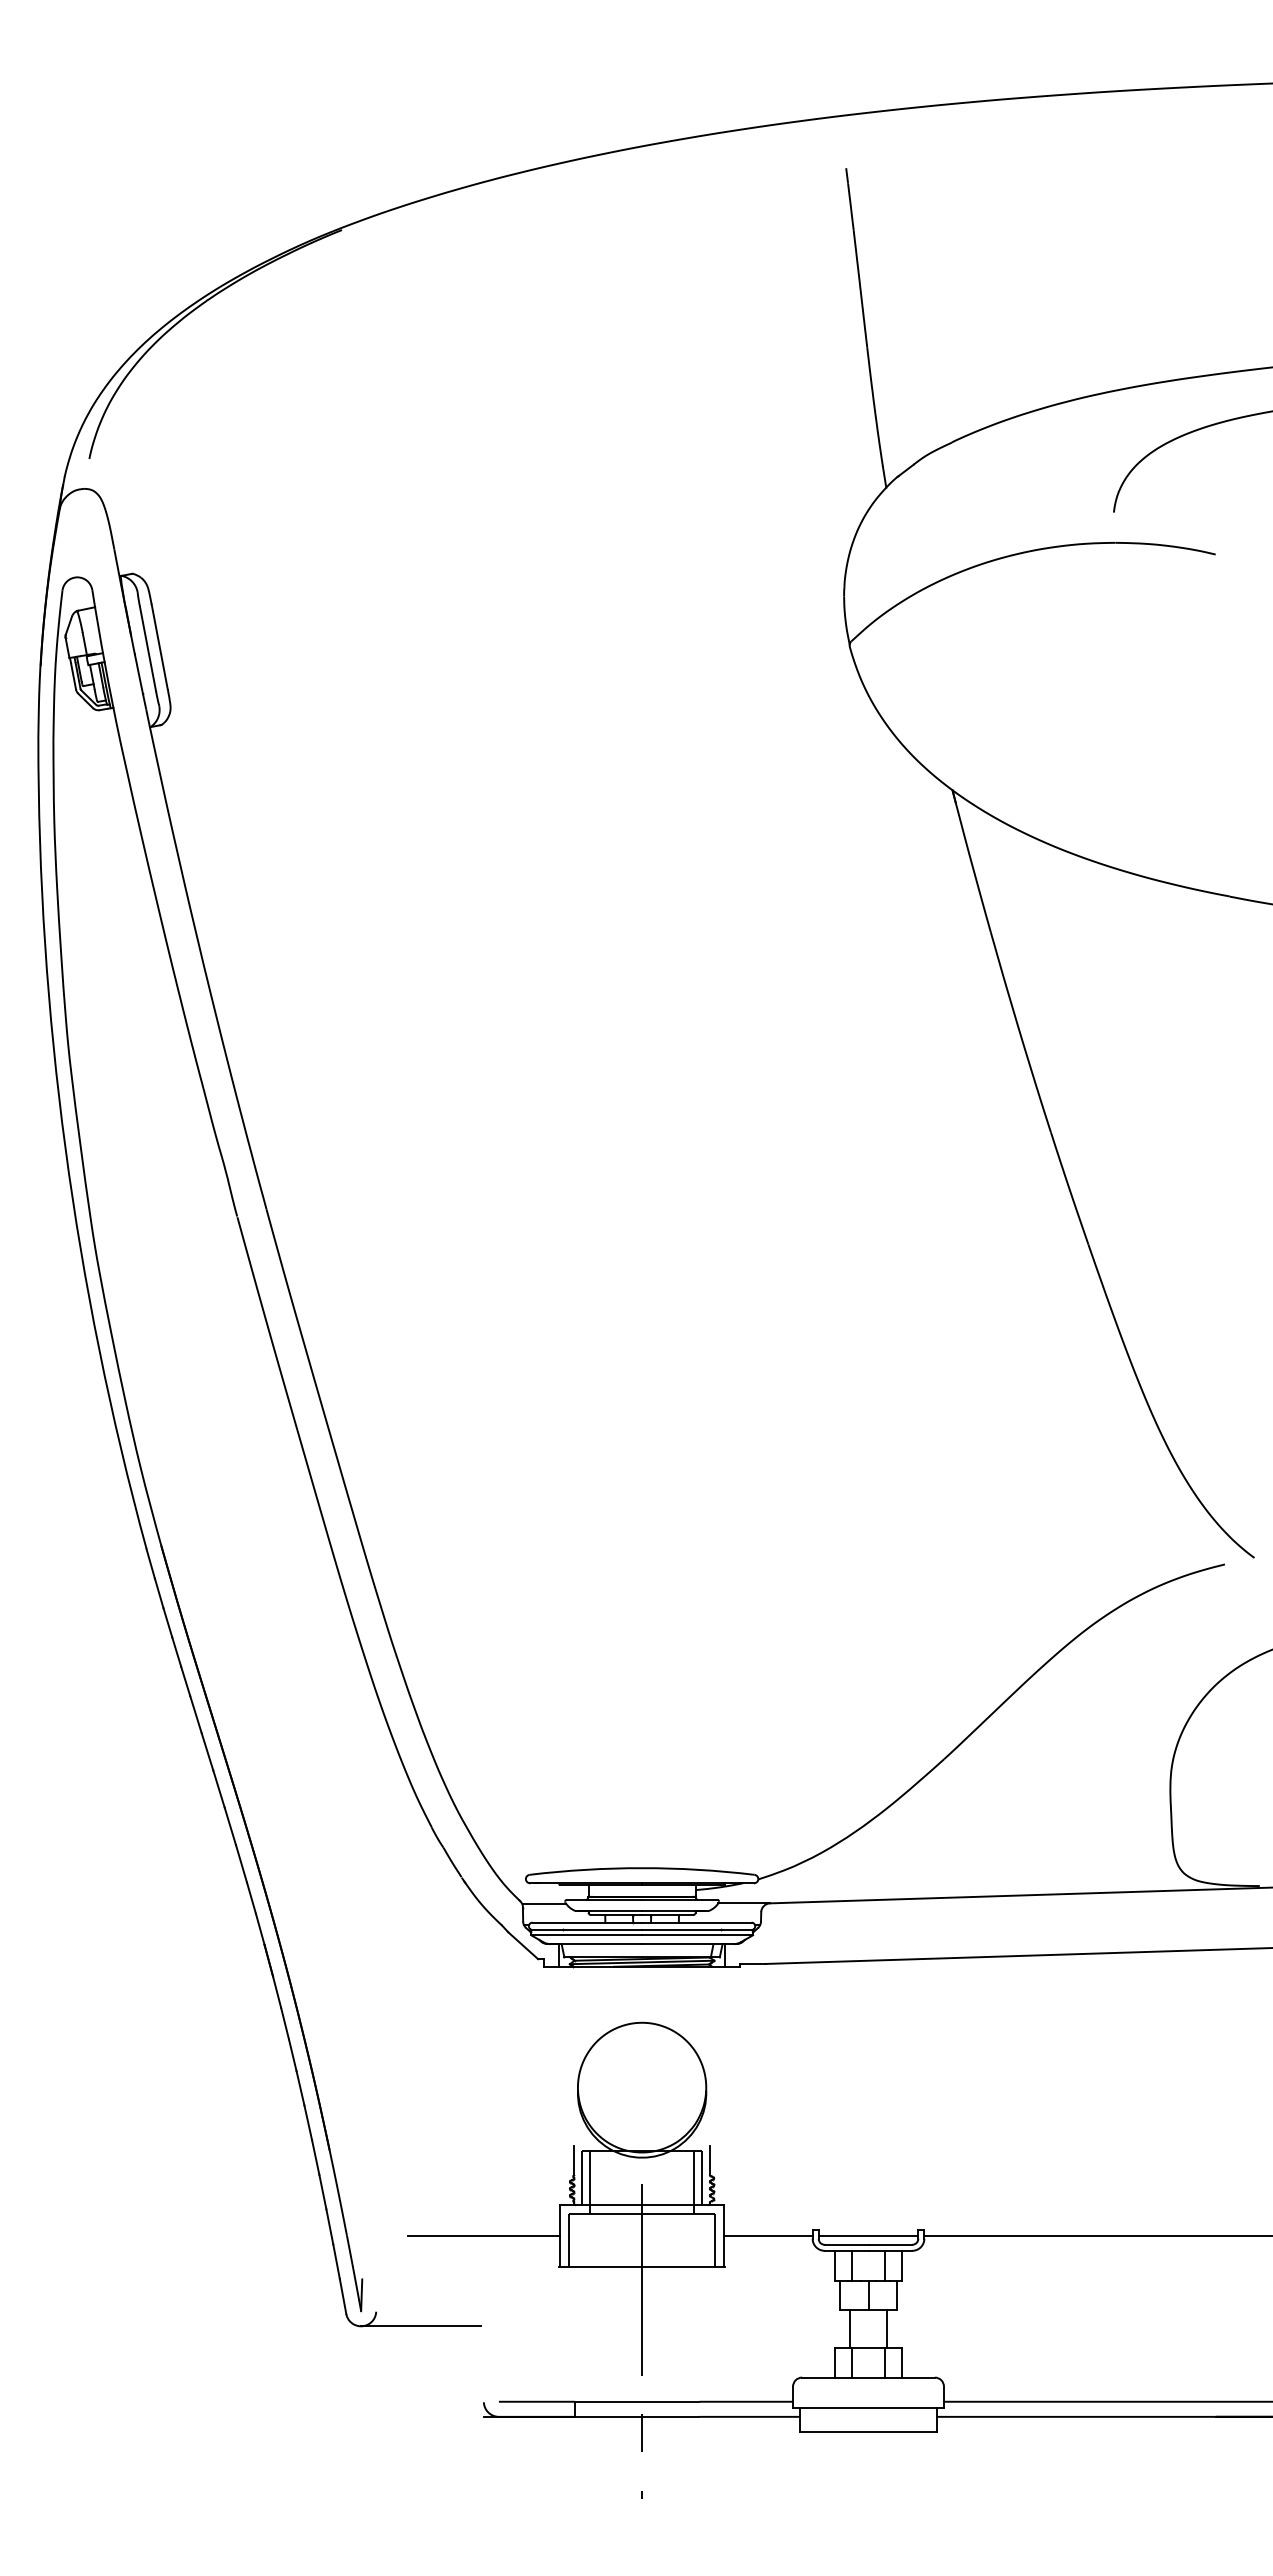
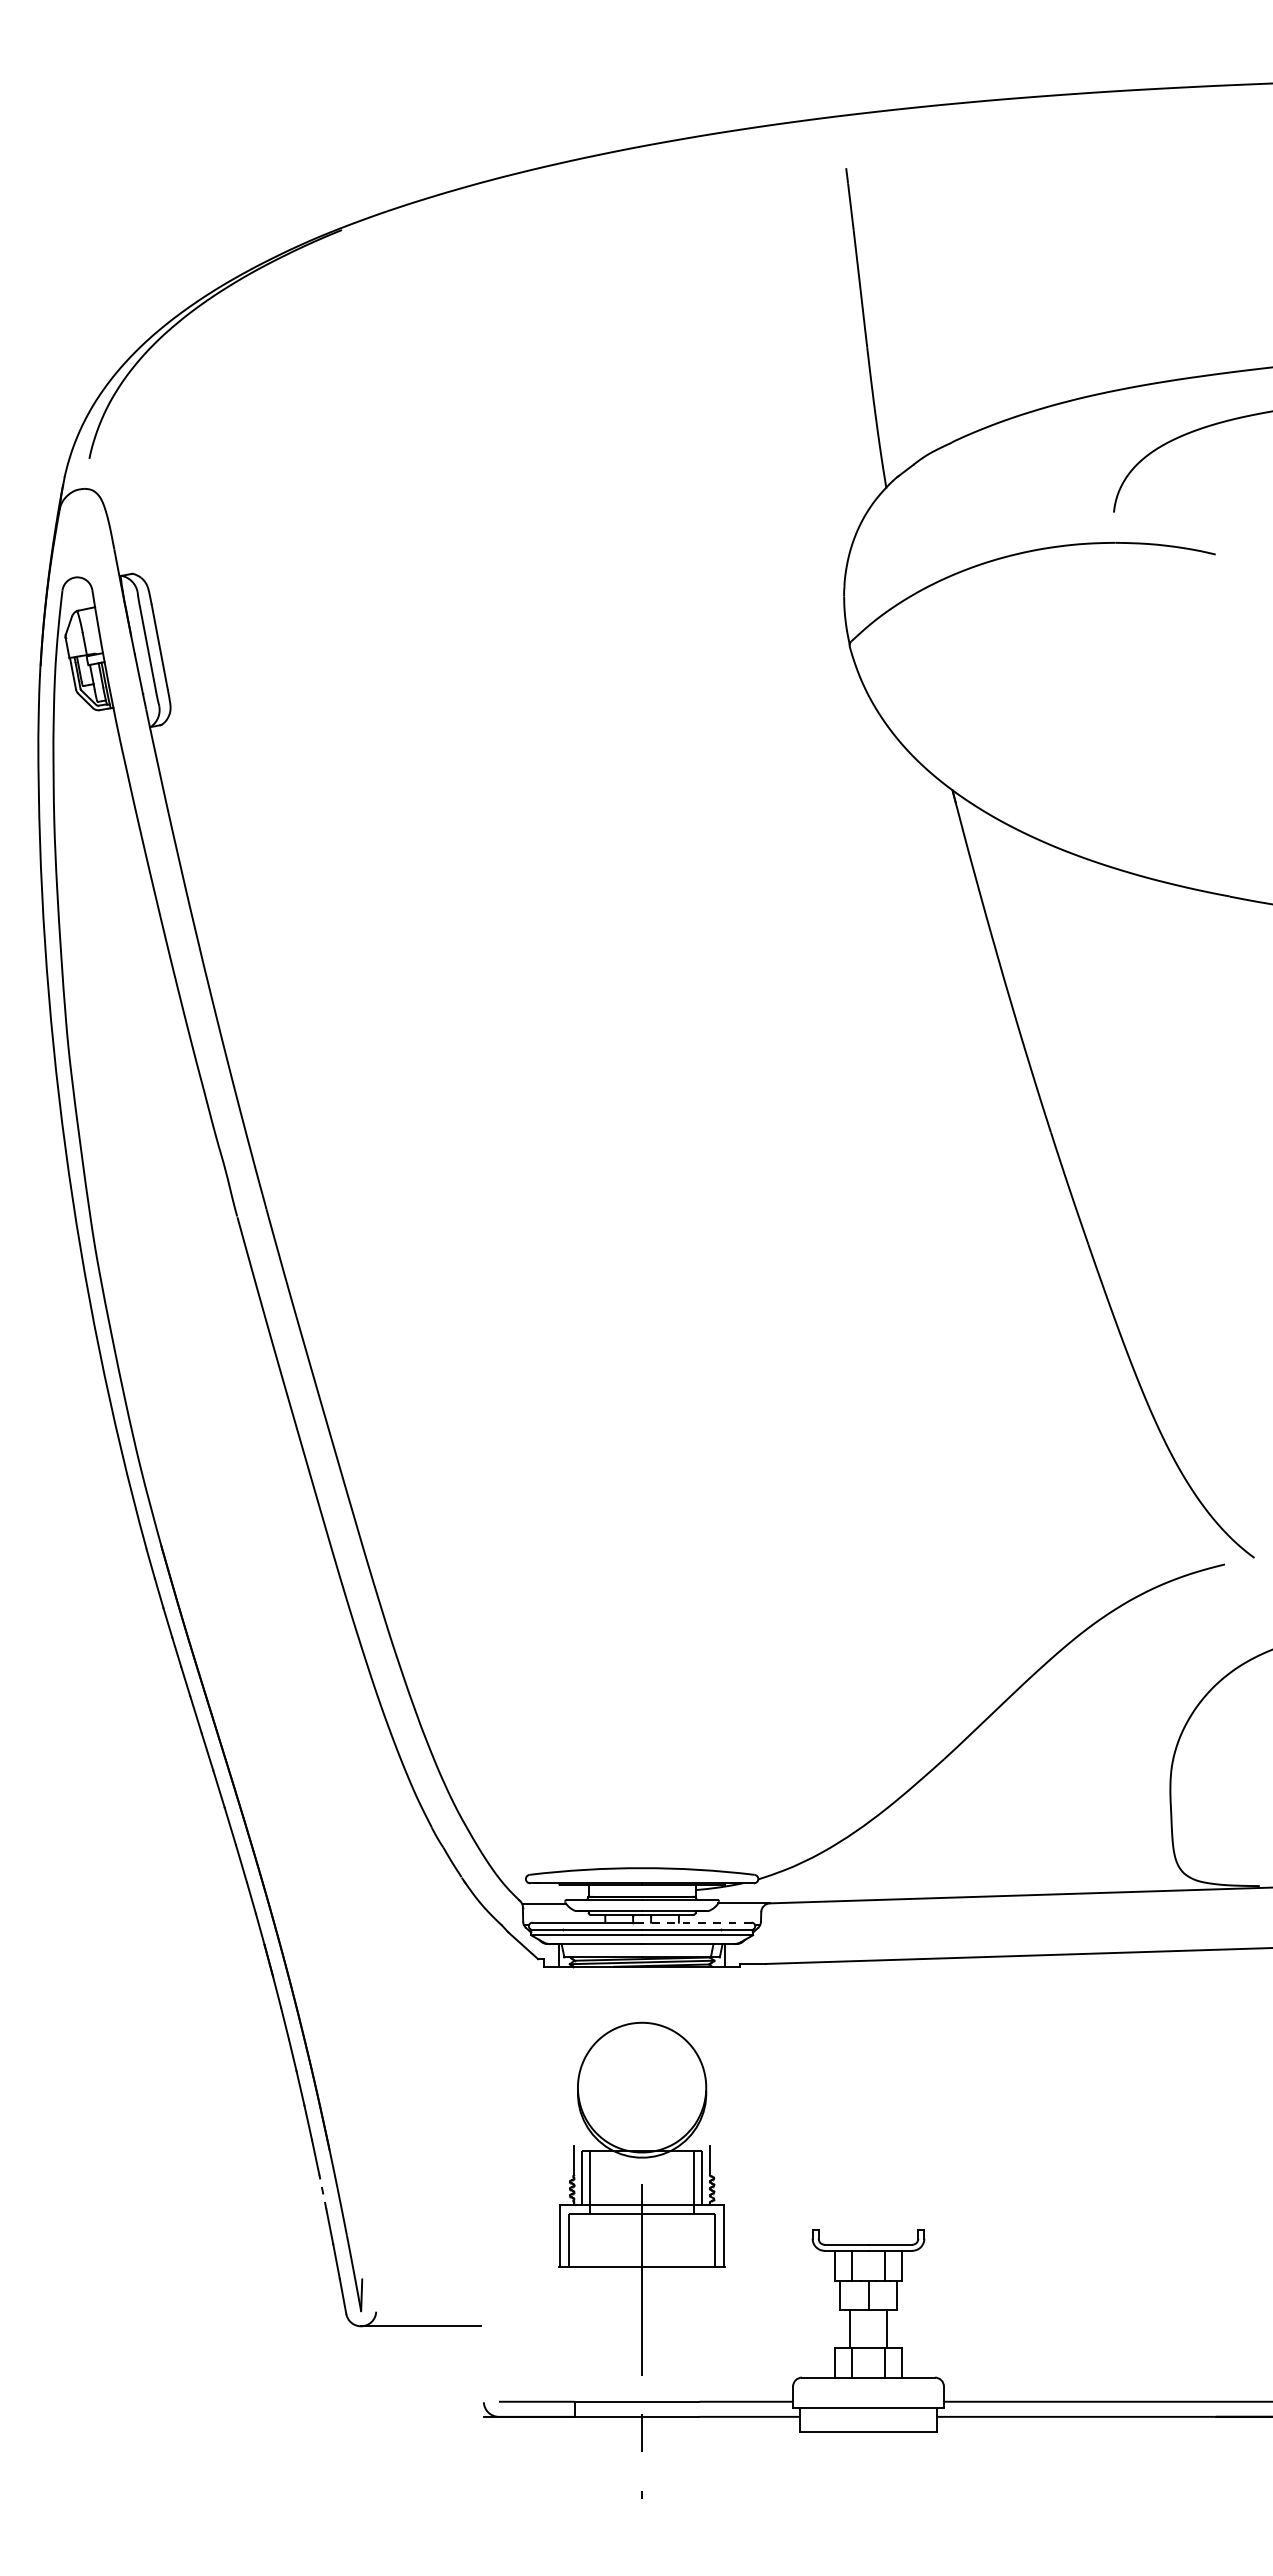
line at (696, 1922): solid -> dashed
line at (322, 2192): solid -> dashed
line at (483, 2235): present -> none
line at (768, 2235): present -> none
line at (868, 2235): present -> none
line at (1096, 2235): present -> none
